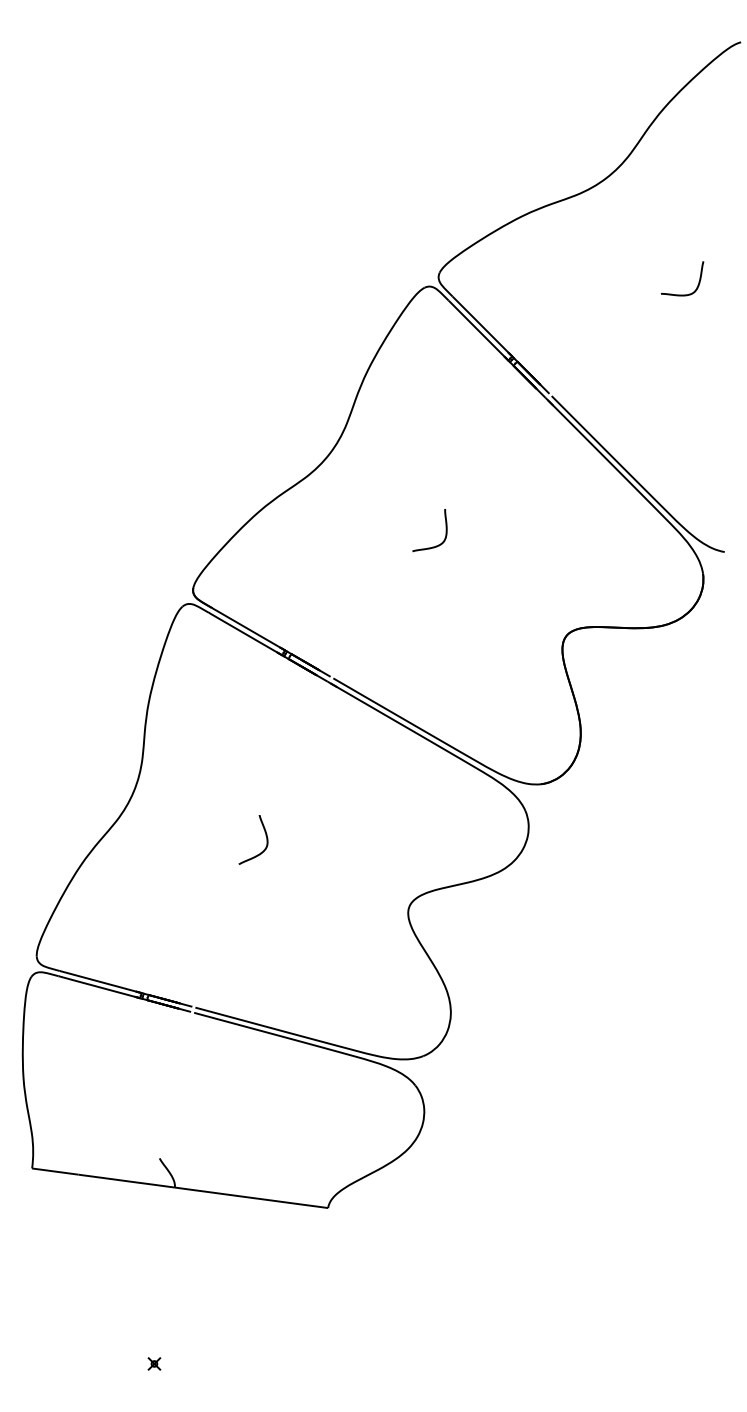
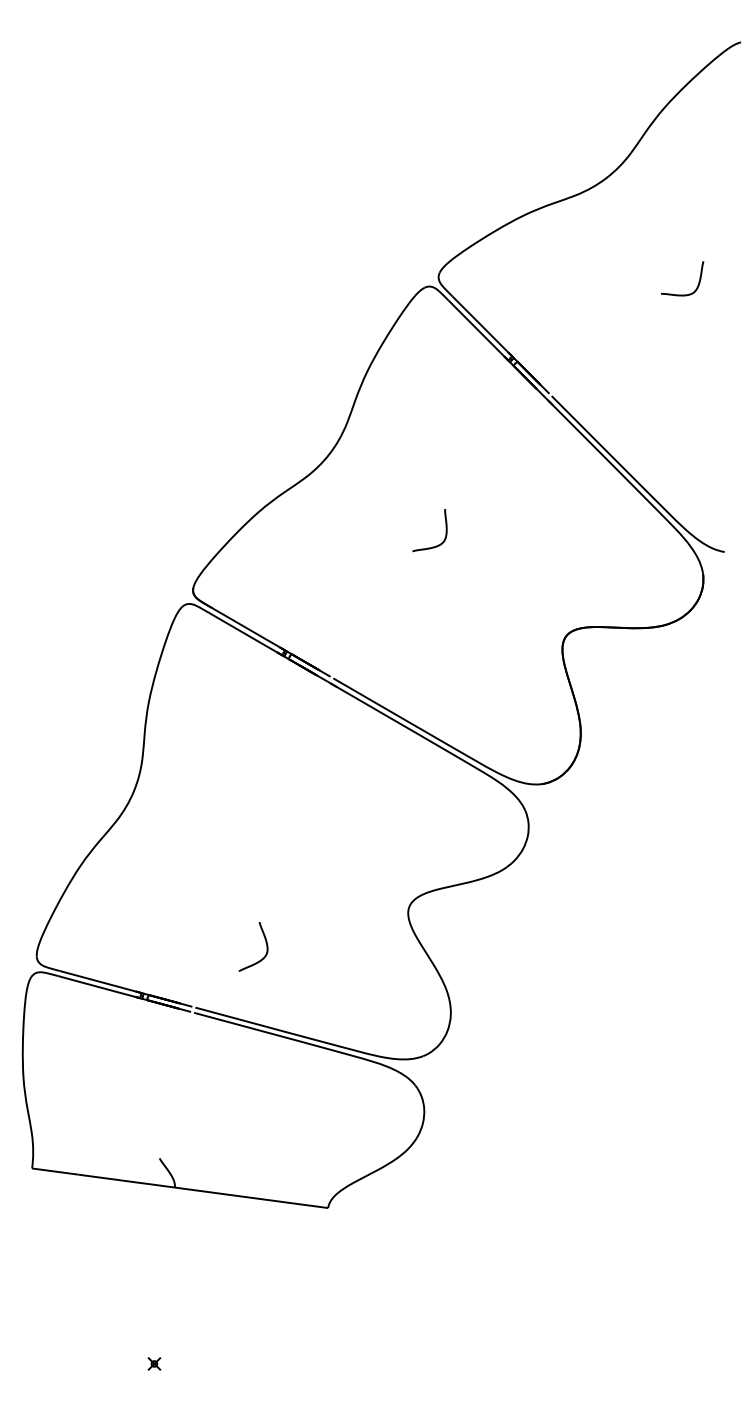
curve at (265, 835) position: (265, 835) -> (265, 942)
